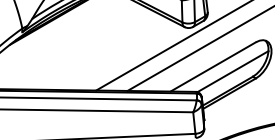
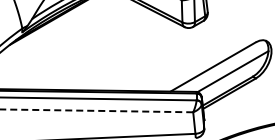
line at (172, 46): present -> none
line at (199, 48): present -> none
line at (96, 110): solid -> dashed
